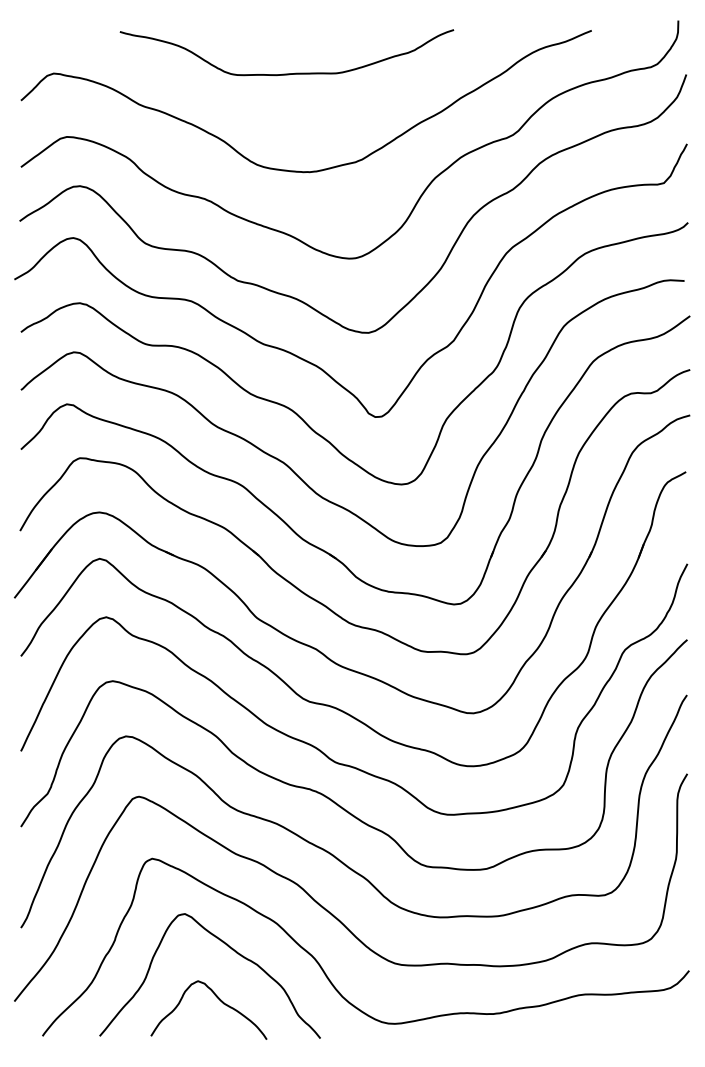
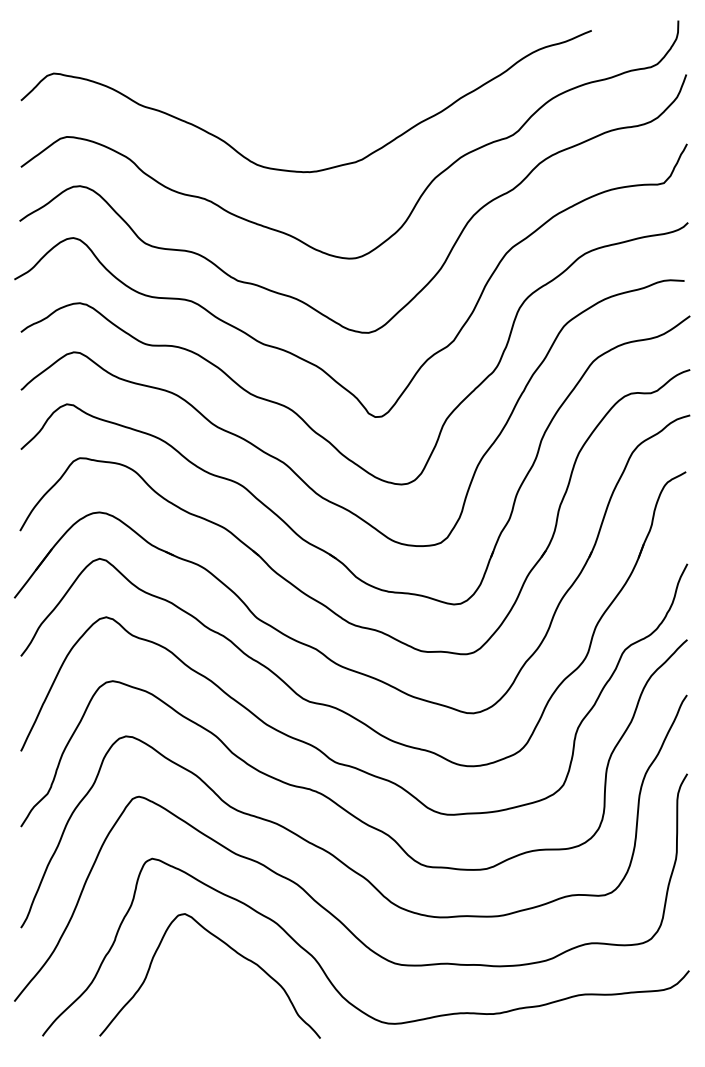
curve at (286, 73): present -> none
curve at (218, 999): present -> none
